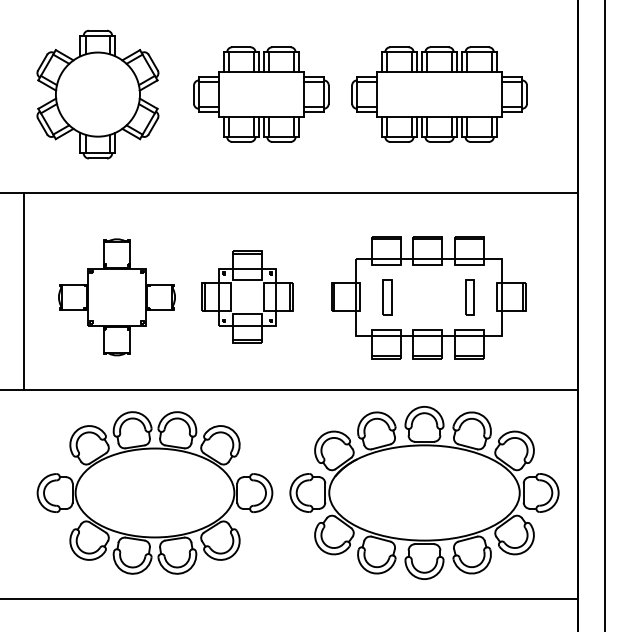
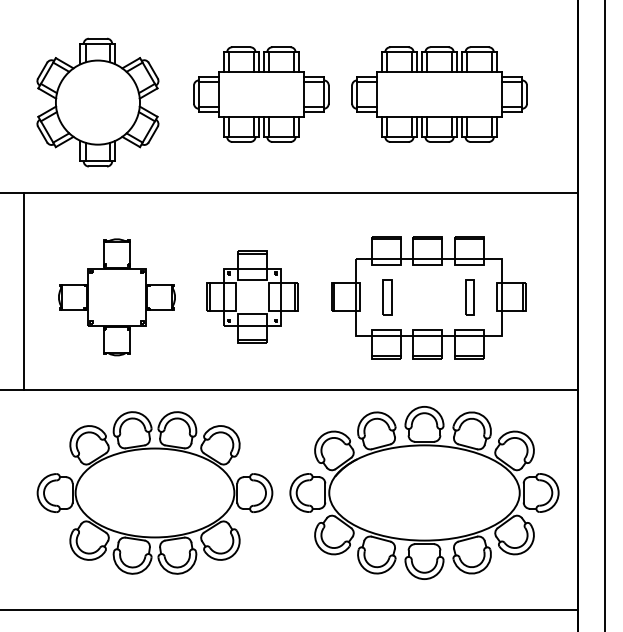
part at (97, 94) position: (97, 94) -> (97, 102)
part at (247, 296) position: (247, 296) -> (252, 296)
line at (289, 598) position: (289, 598) -> (289, 609)
